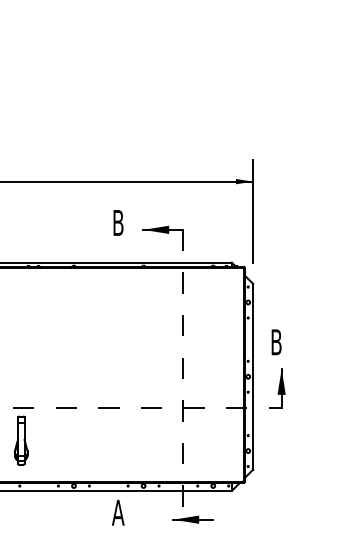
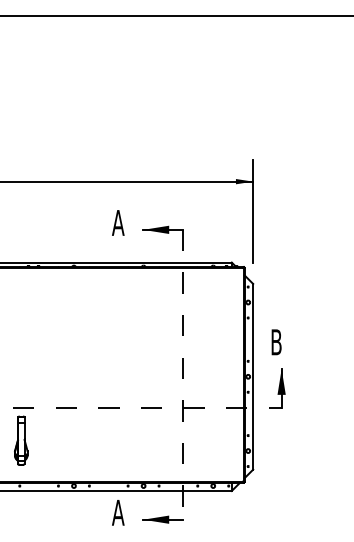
line at (176, 16): none -> present
text at (118, 222): B -> A
part at (192, 519) position: (192, 519) -> (162, 519)
